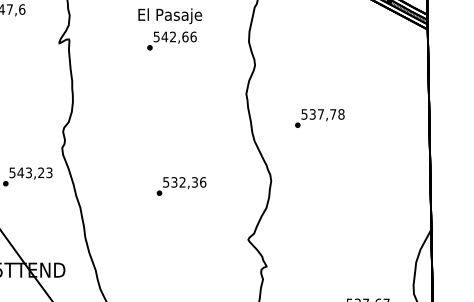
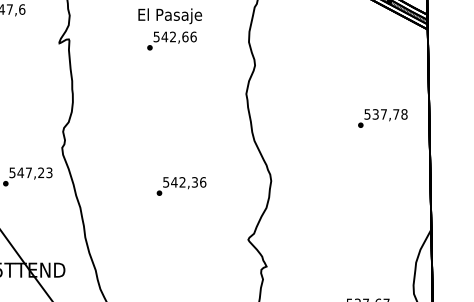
text at (319, 118) position: (319, 118) -> (382, 118)
text at (28, 172): 543,23 -> 547,23
text at (174, 182): 532,36 -> 542,36
